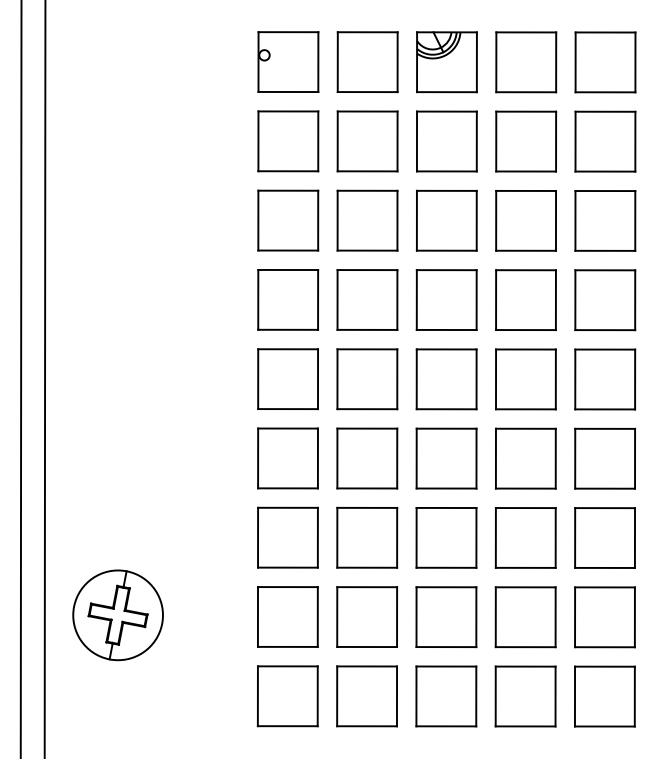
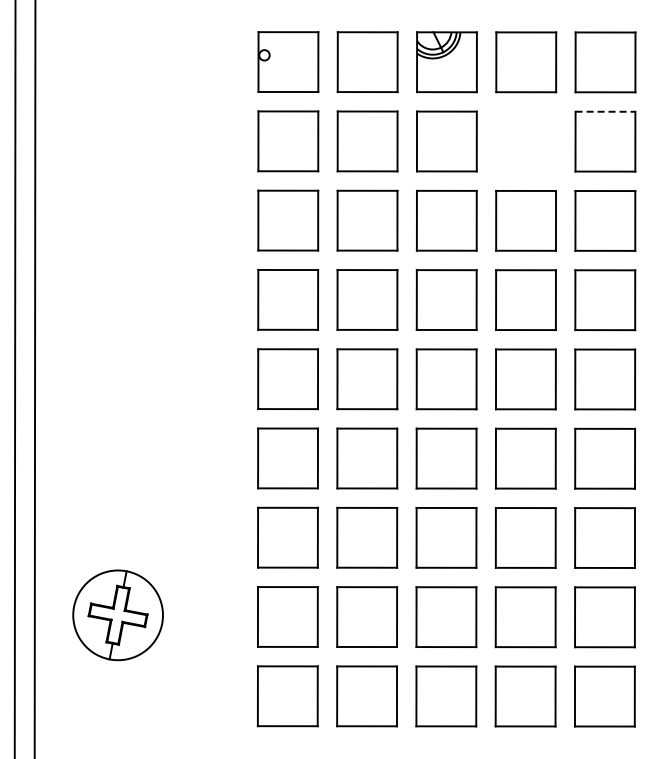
line at (605, 111): solid -> dashed
part at (526, 141): present -> none
line at (20, 378) position: (20, 378) -> (14, 378)
line at (44, 378) position: (44, 378) -> (34, 378)
